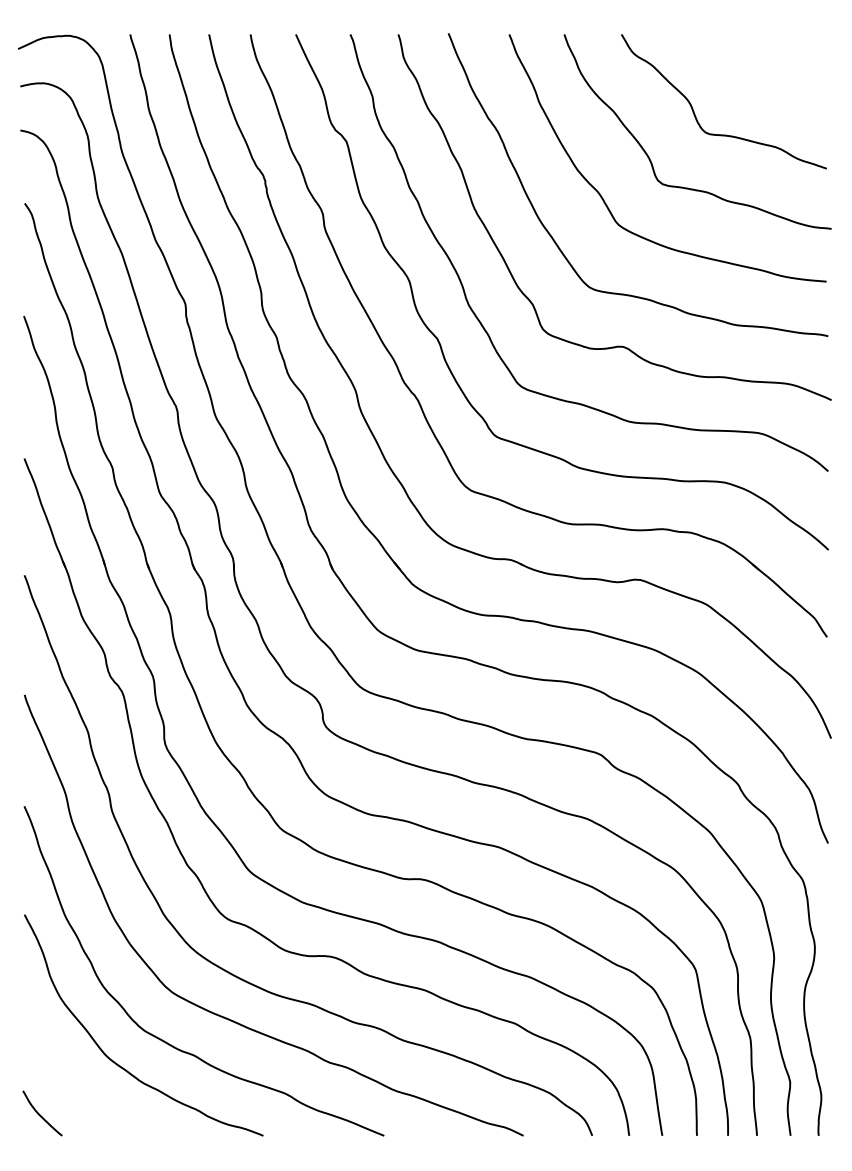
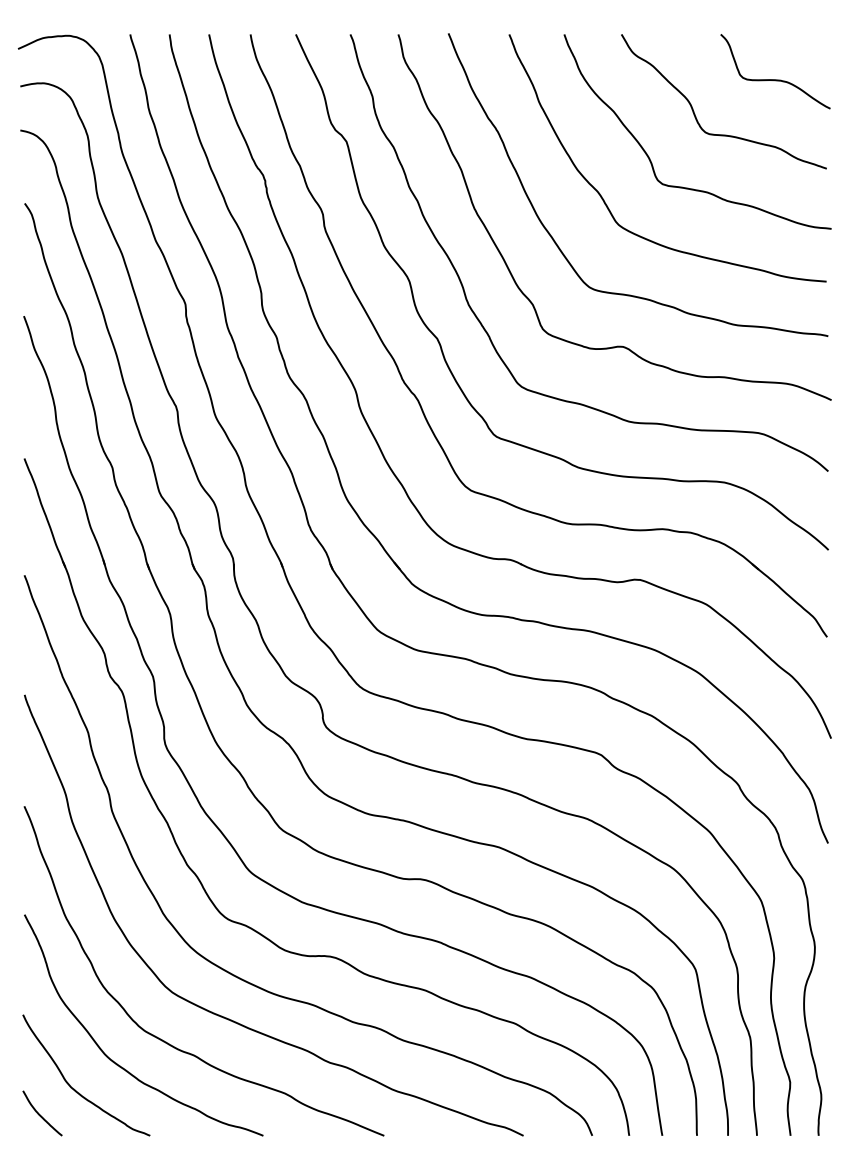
curve at (775, 79): none -> present
curve at (74, 1088): none -> present
